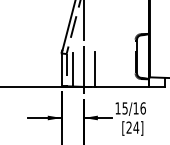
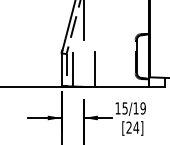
line at (83, 69): present -> none
text at (142, 108): 15/16 -> 15/19
